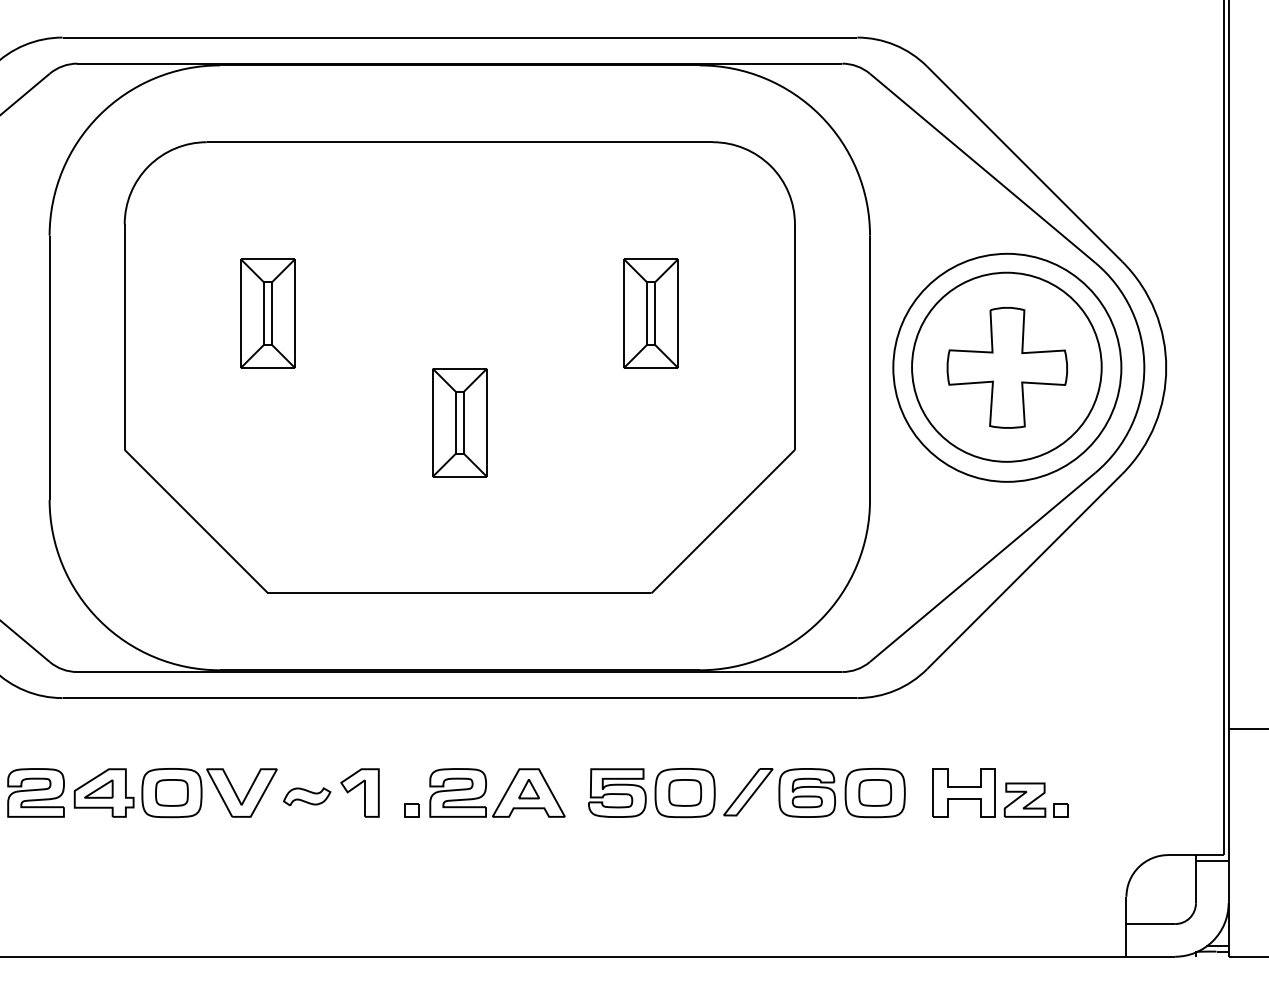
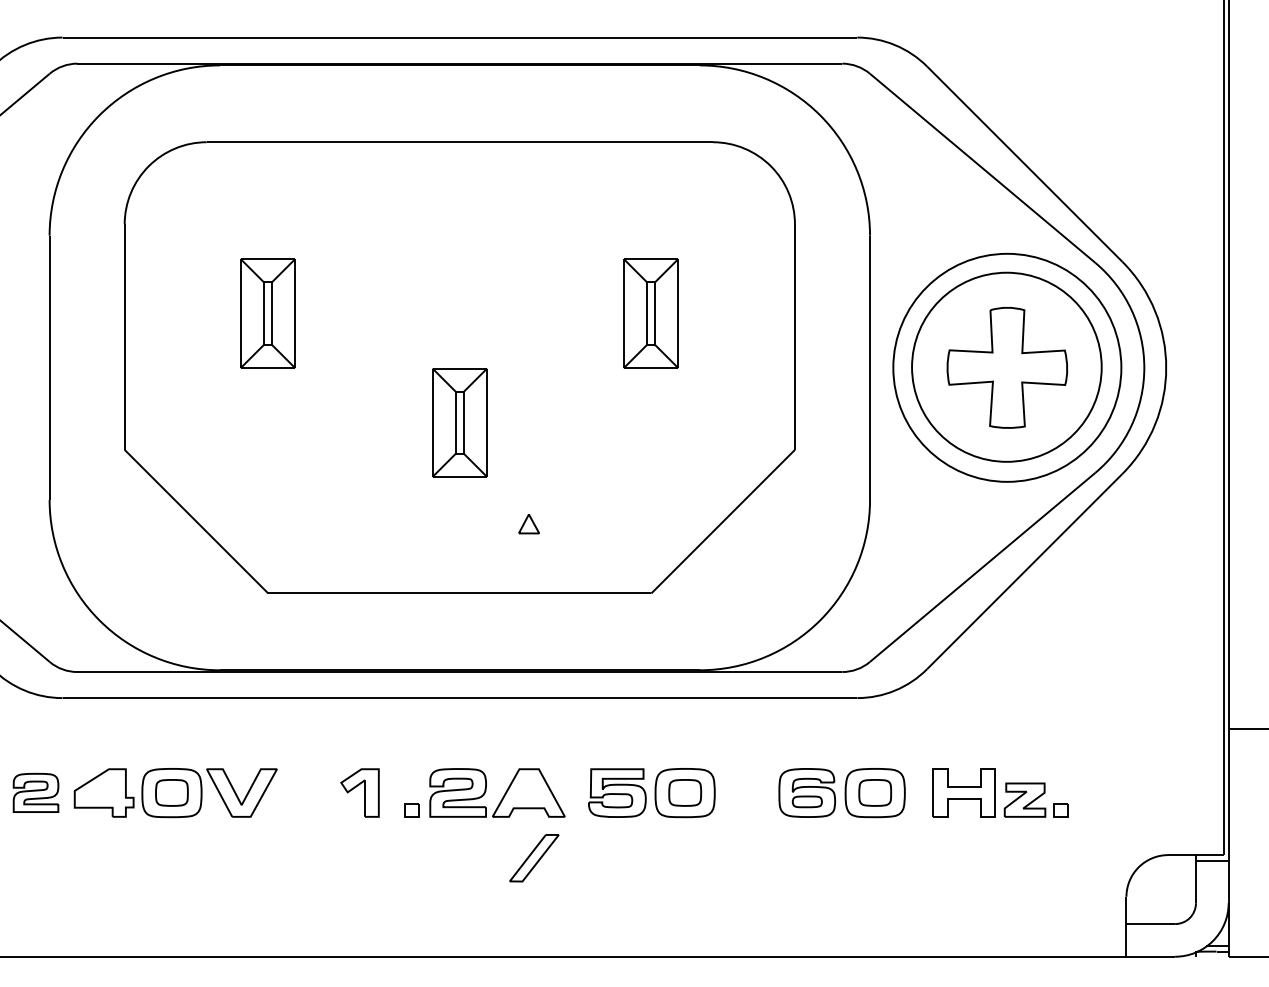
part at (98, 788): present -> none
part at (528, 789) position: (528, 789) -> (528, 524)
part at (35, 792) size: 58x50 px -> 48x41 px
part at (748, 792) position: (748, 792) -> (534, 858)
part at (307, 796): present -> none
